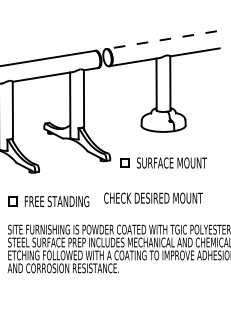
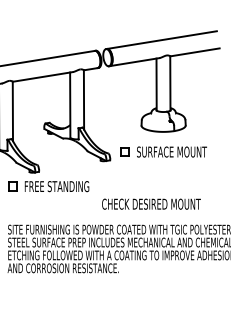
line at (161, 40): dashed -> solid
part at (163, 162) position: (163, 162) -> (163, 151)
text at (153, 197) position: (153, 197) -> (151, 203)
part at (48, 201) position: (48, 201) -> (48, 186)
